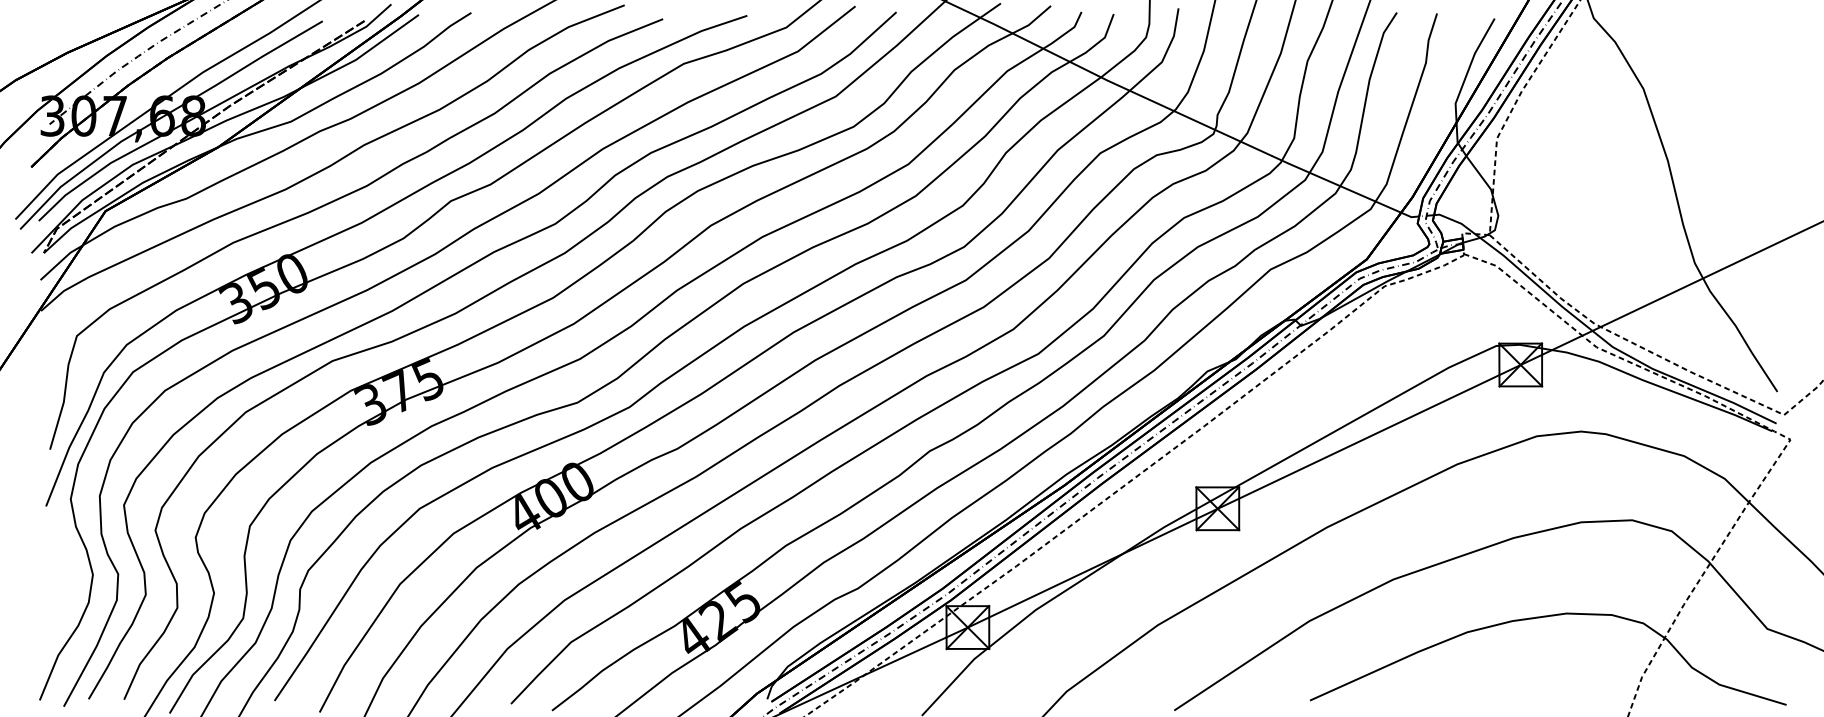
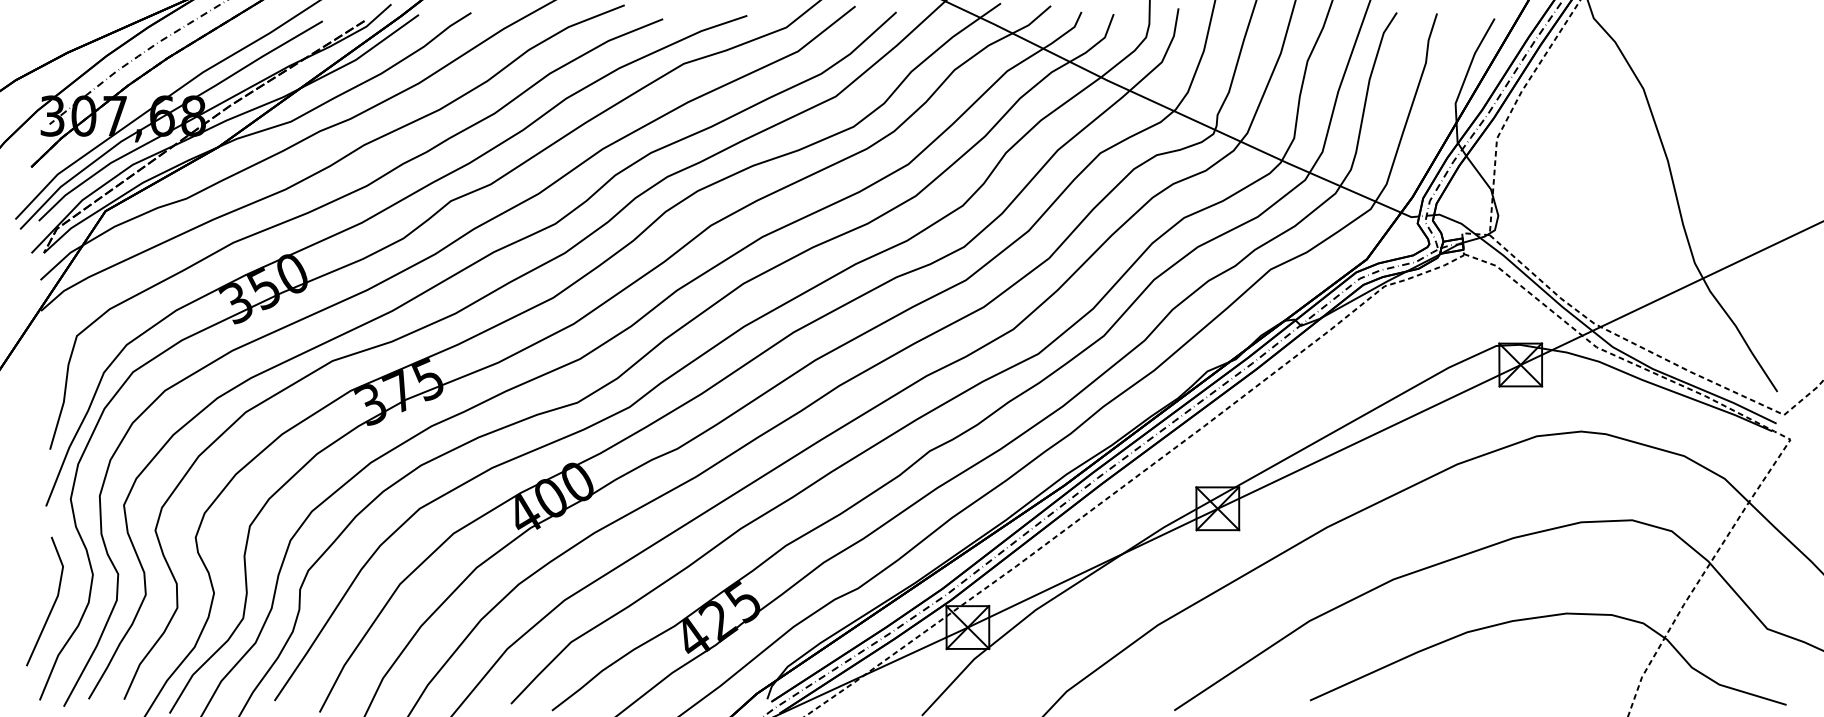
line at (52, 605): none -> present
